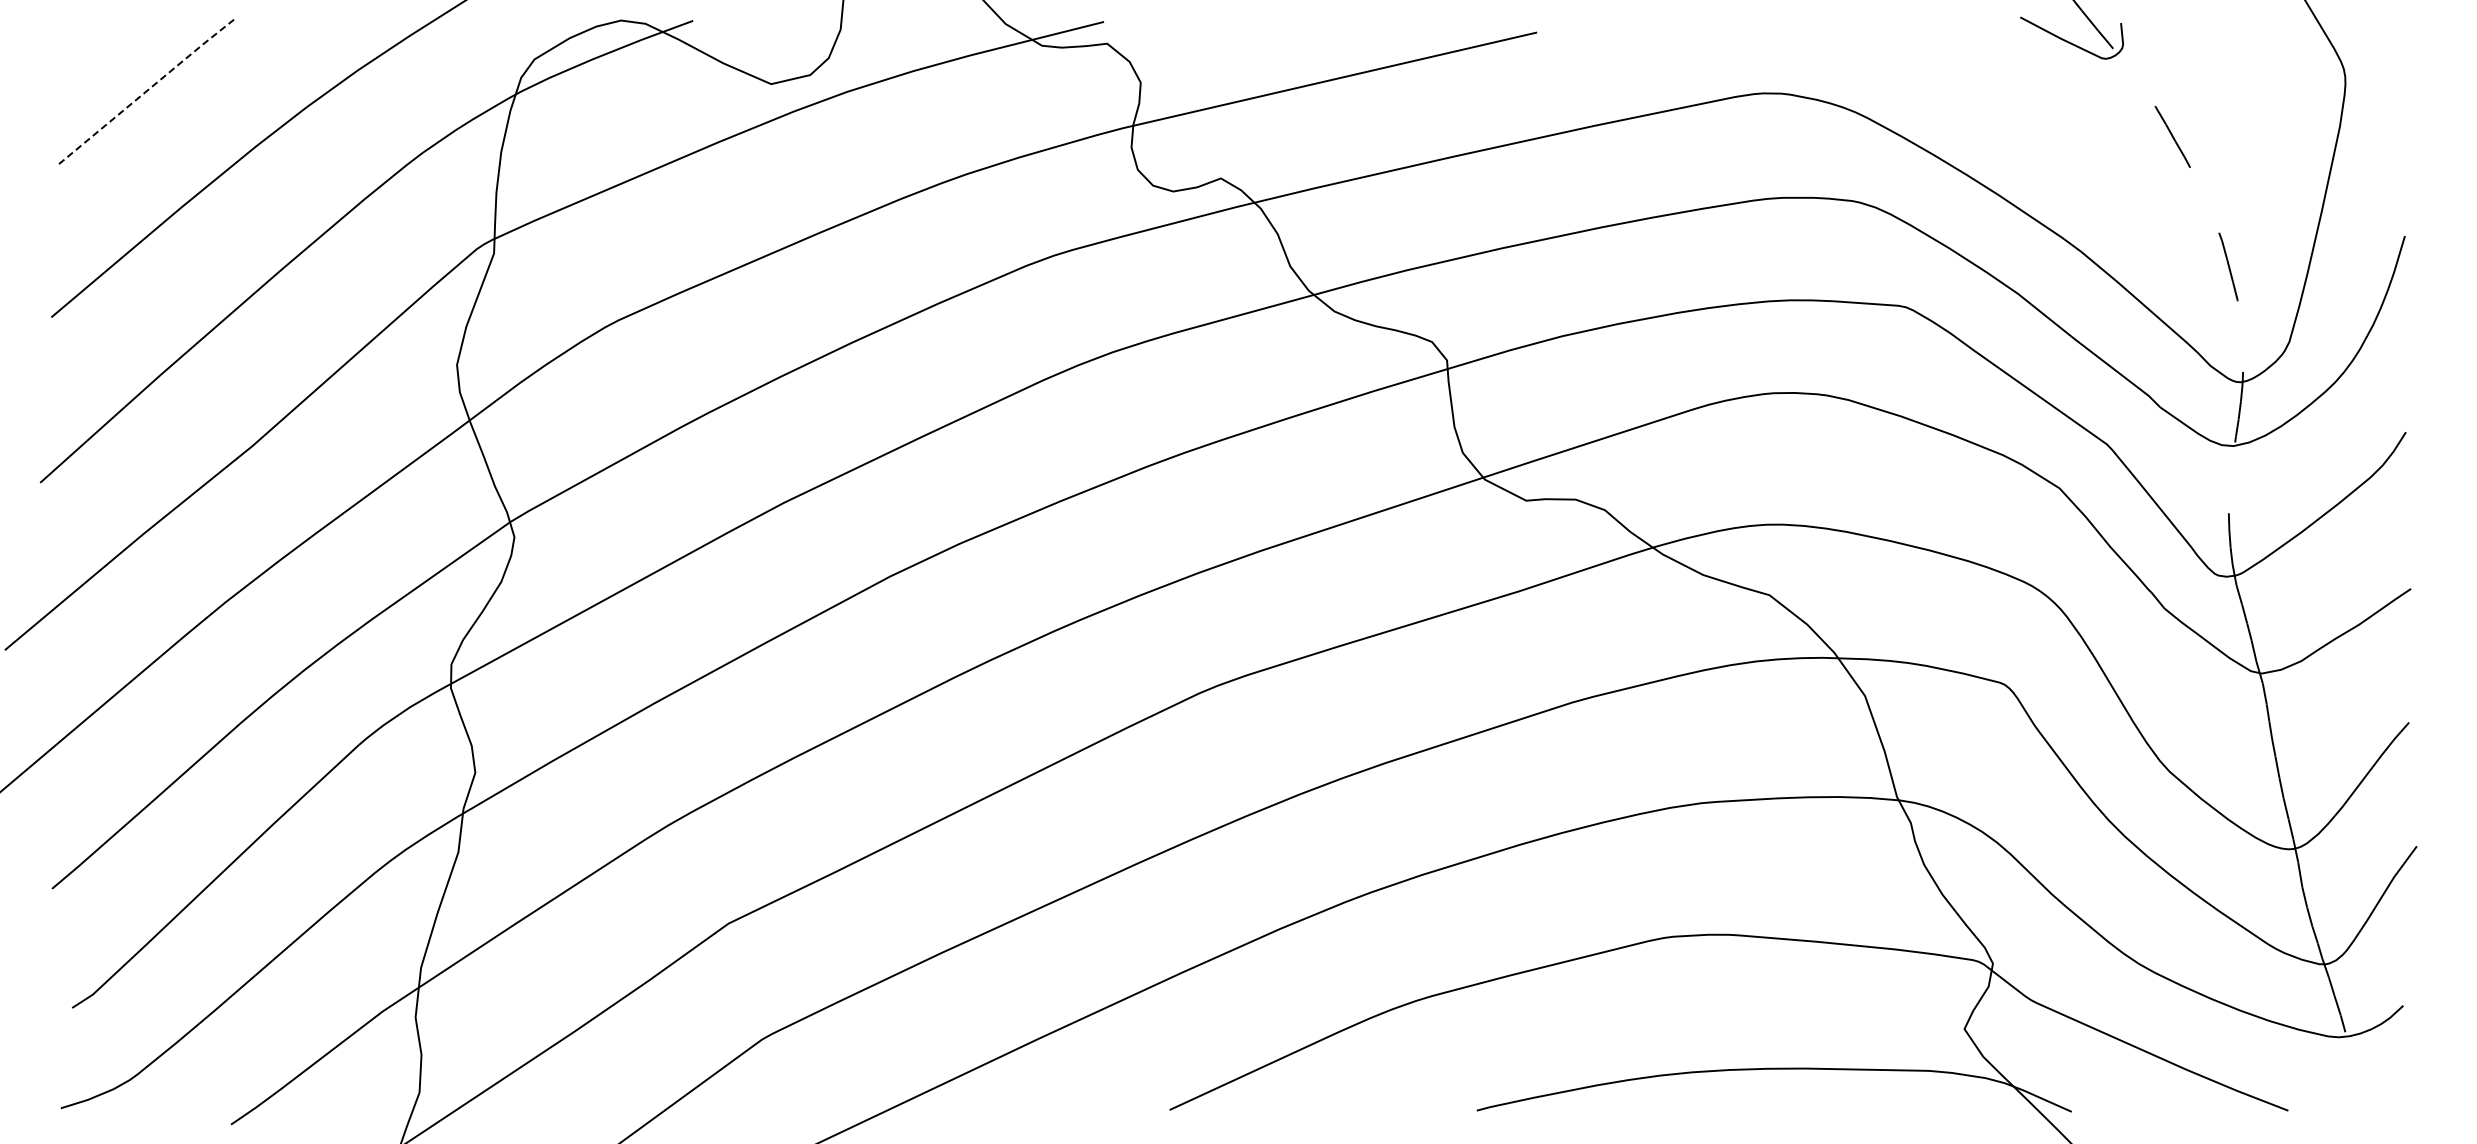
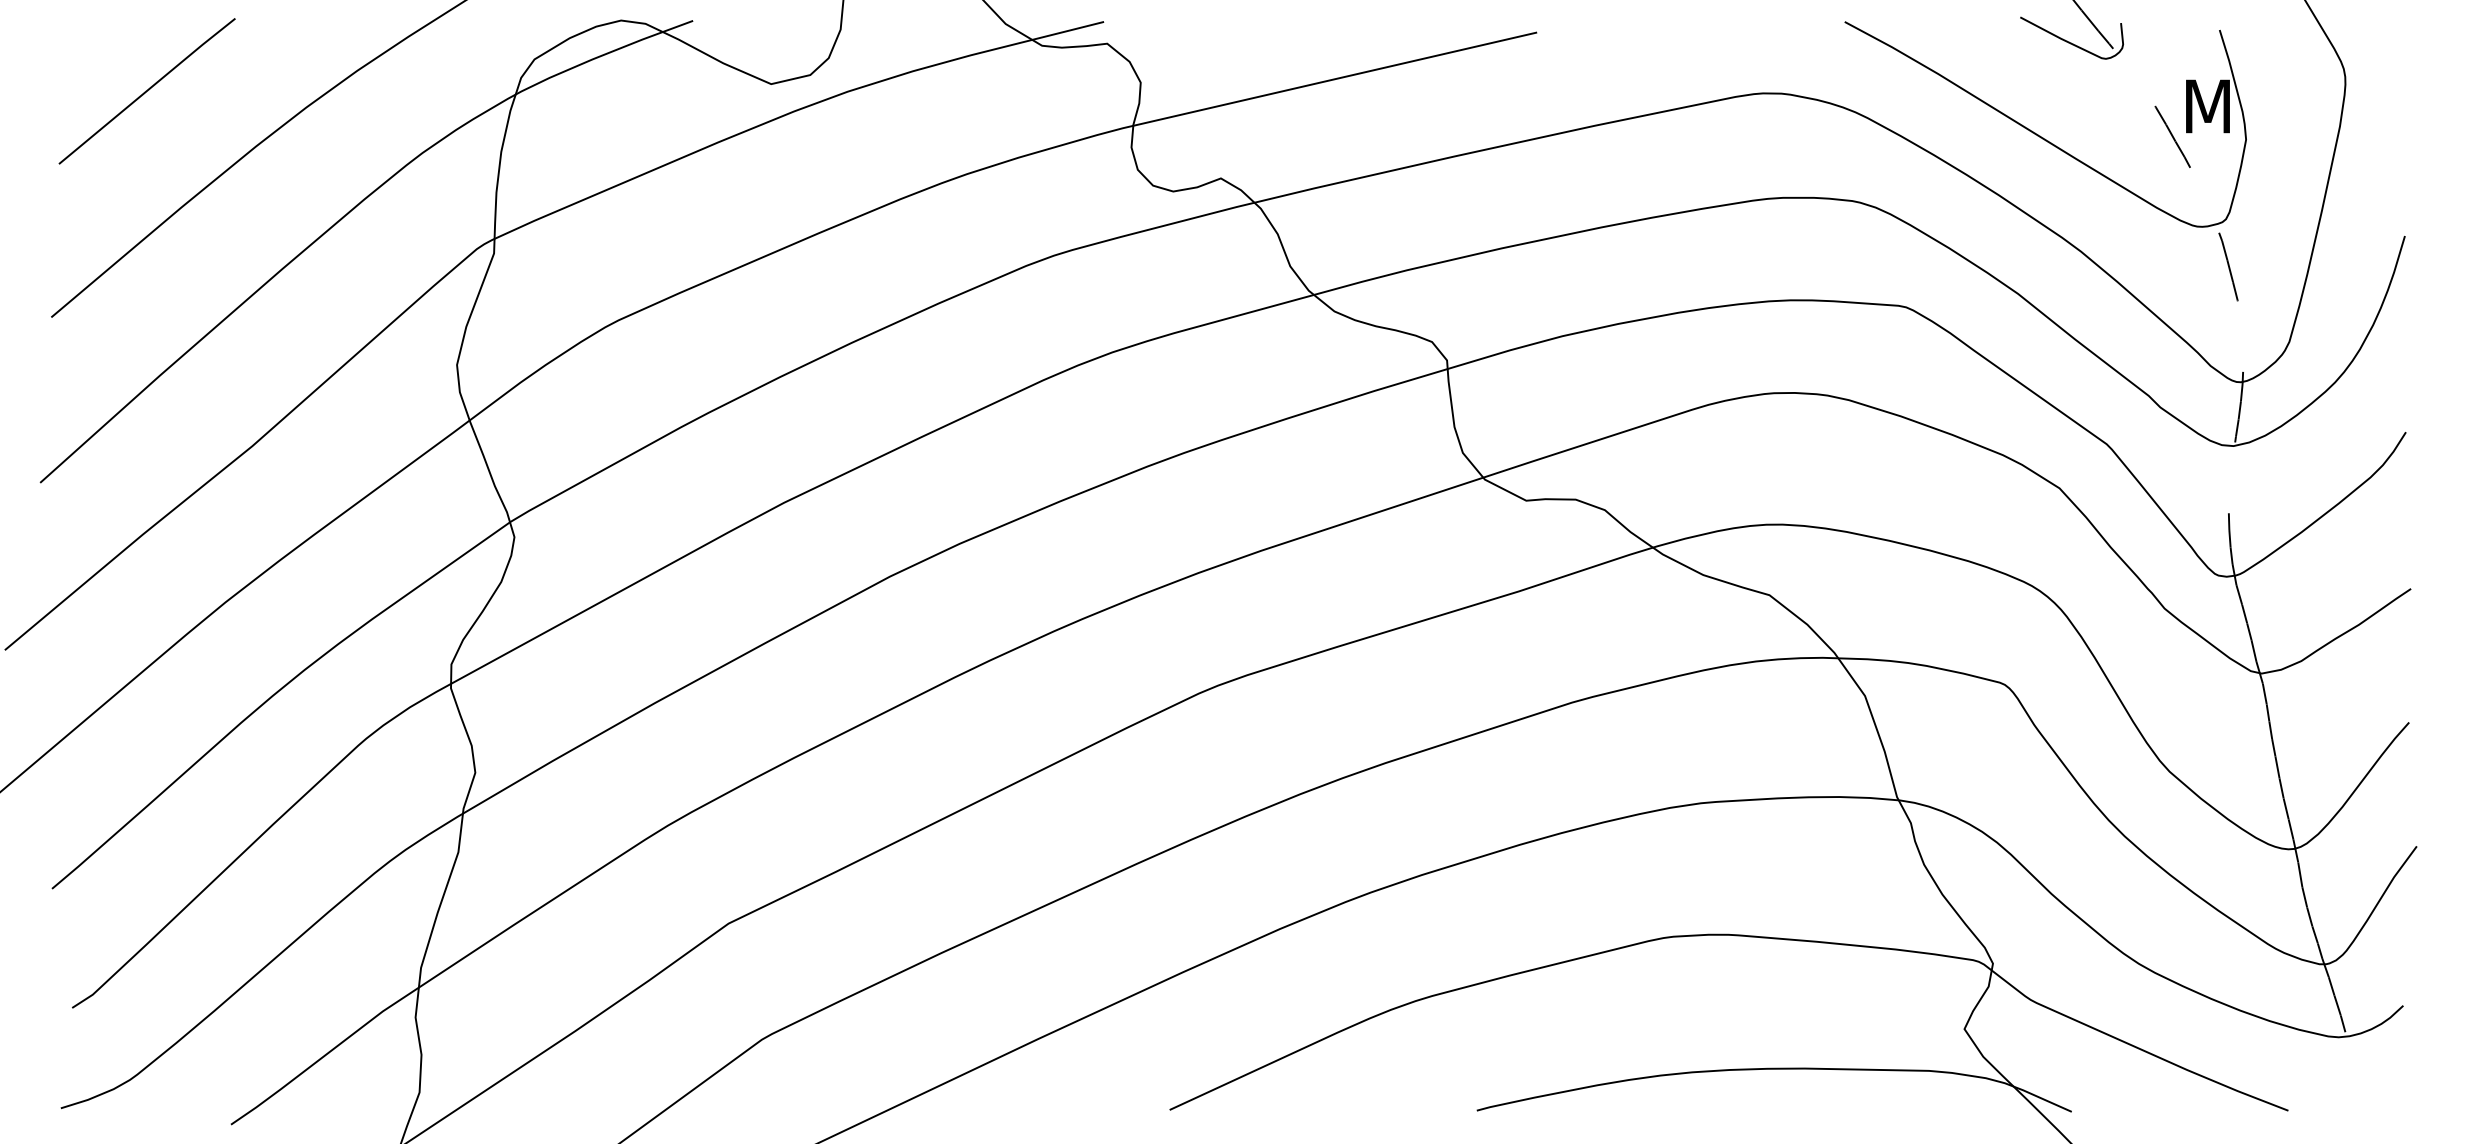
line at (147, 90): dashed -> solid
part at (2040, 135): none -> present
